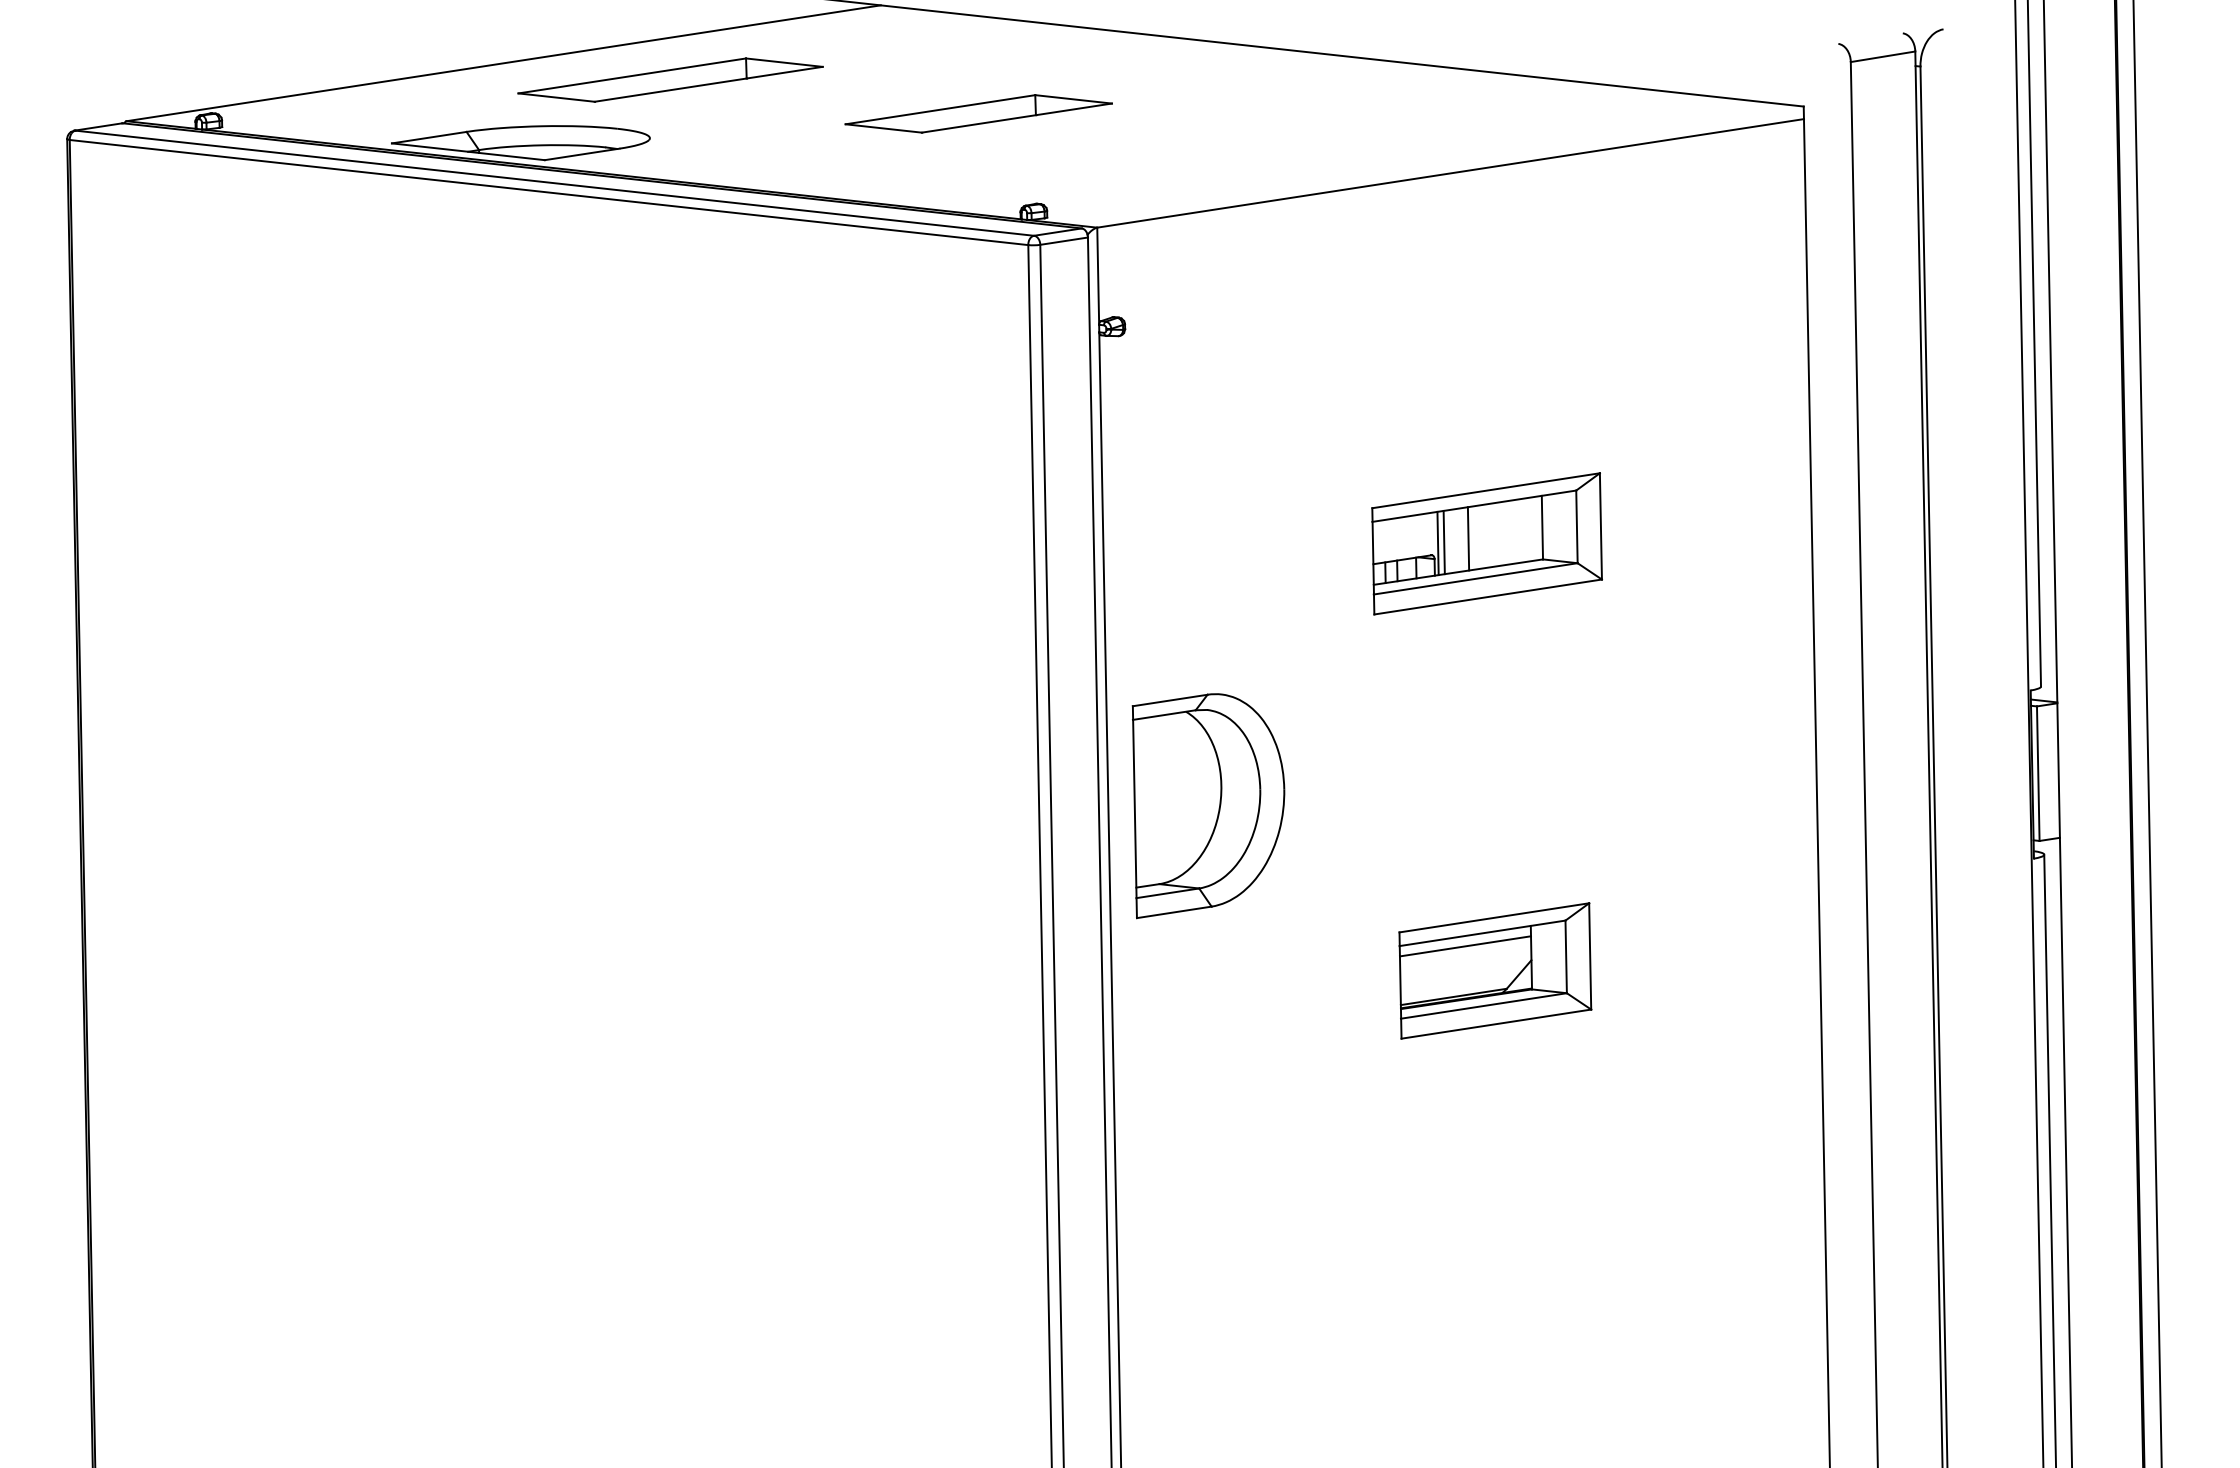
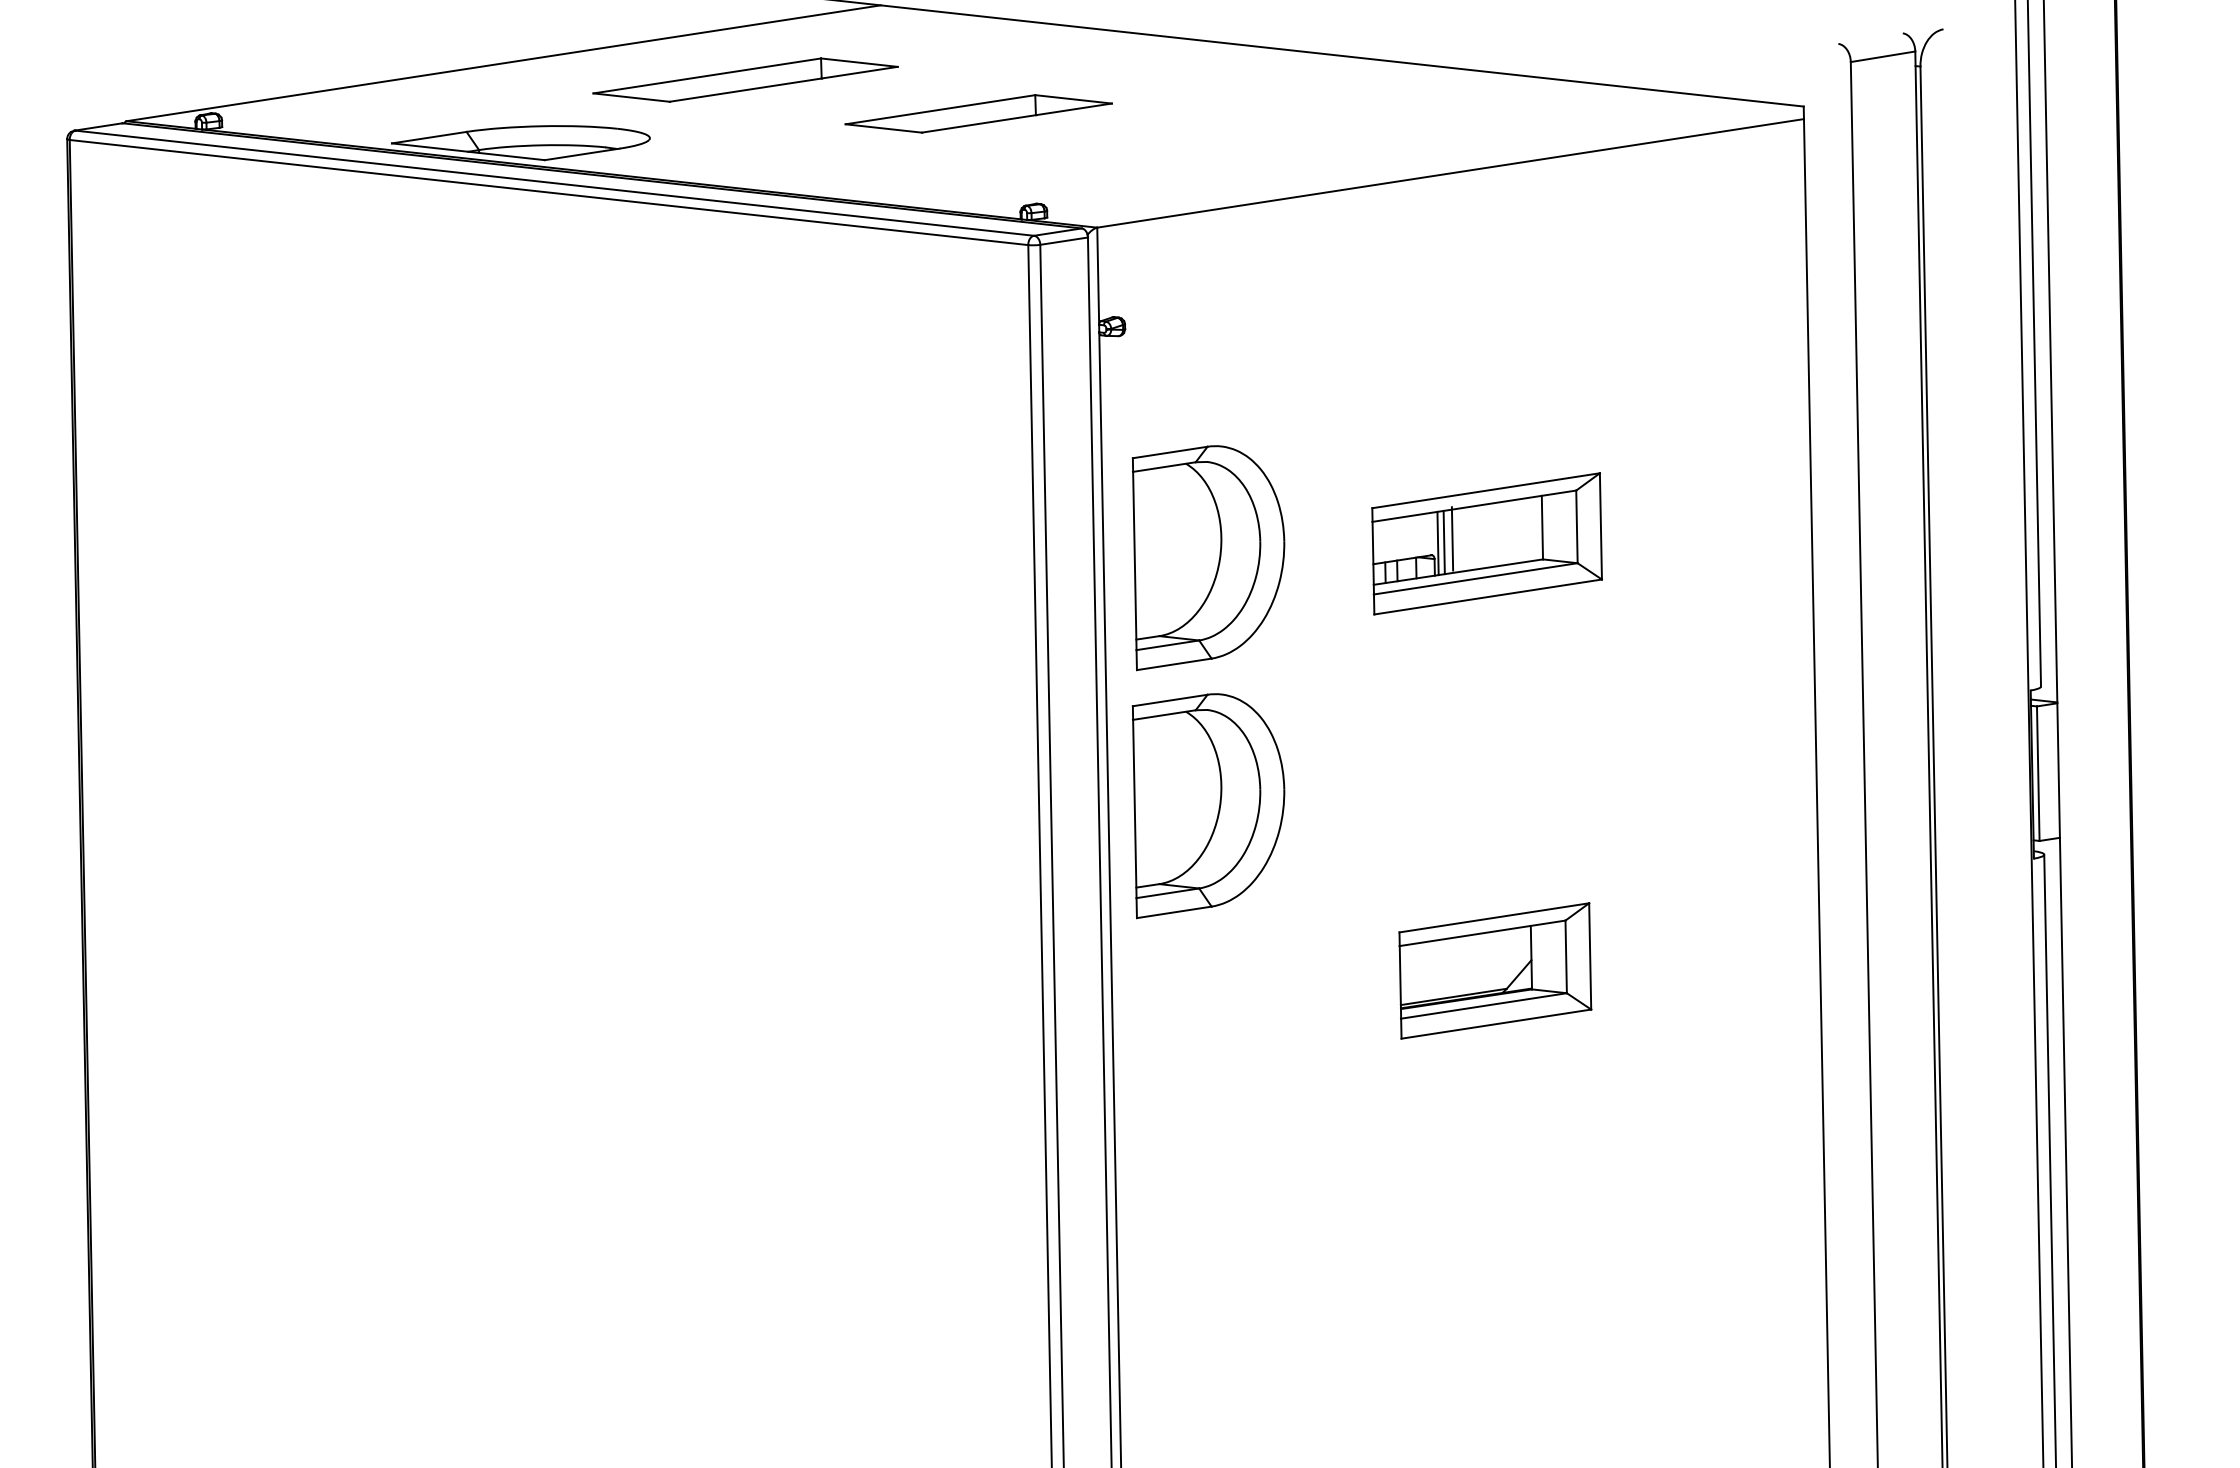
part at (670, 79) position: (670, 79) -> (745, 79)
line at (1468, 538) position: (1468, 538) -> (1452, 538)
part at (1208, 558): none -> present
line at (2147, 733): present -> none
line at (1465, 946): present -> none
